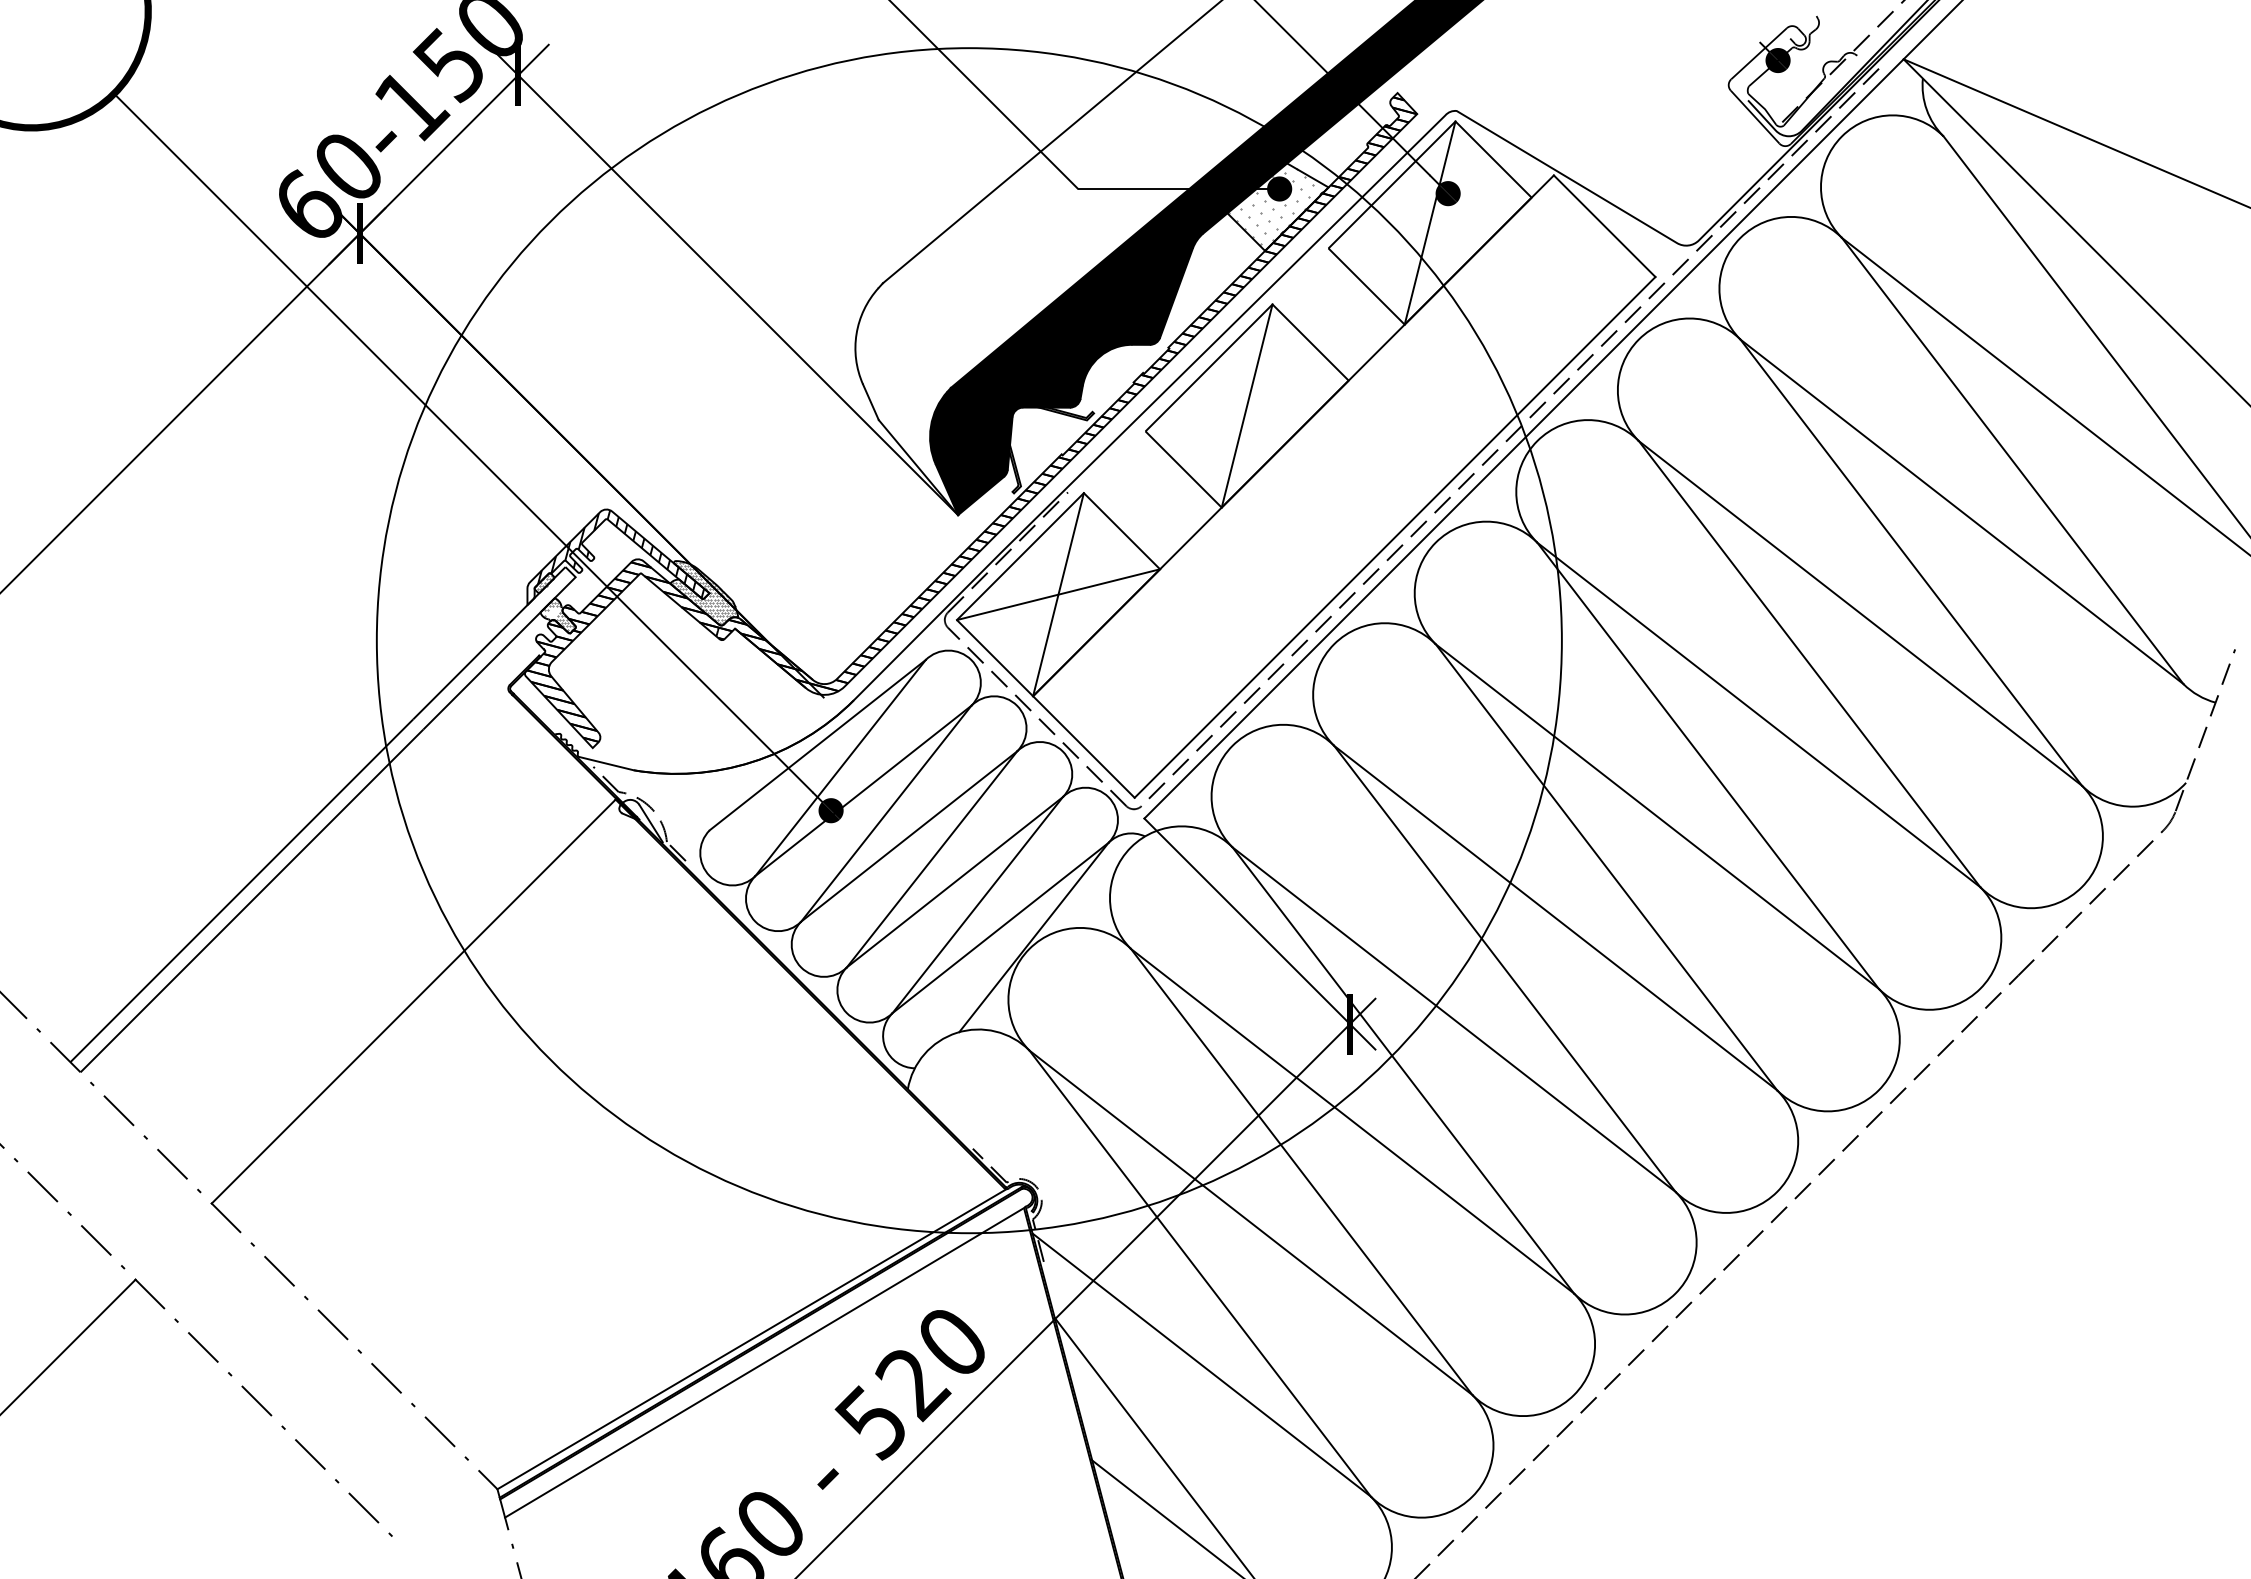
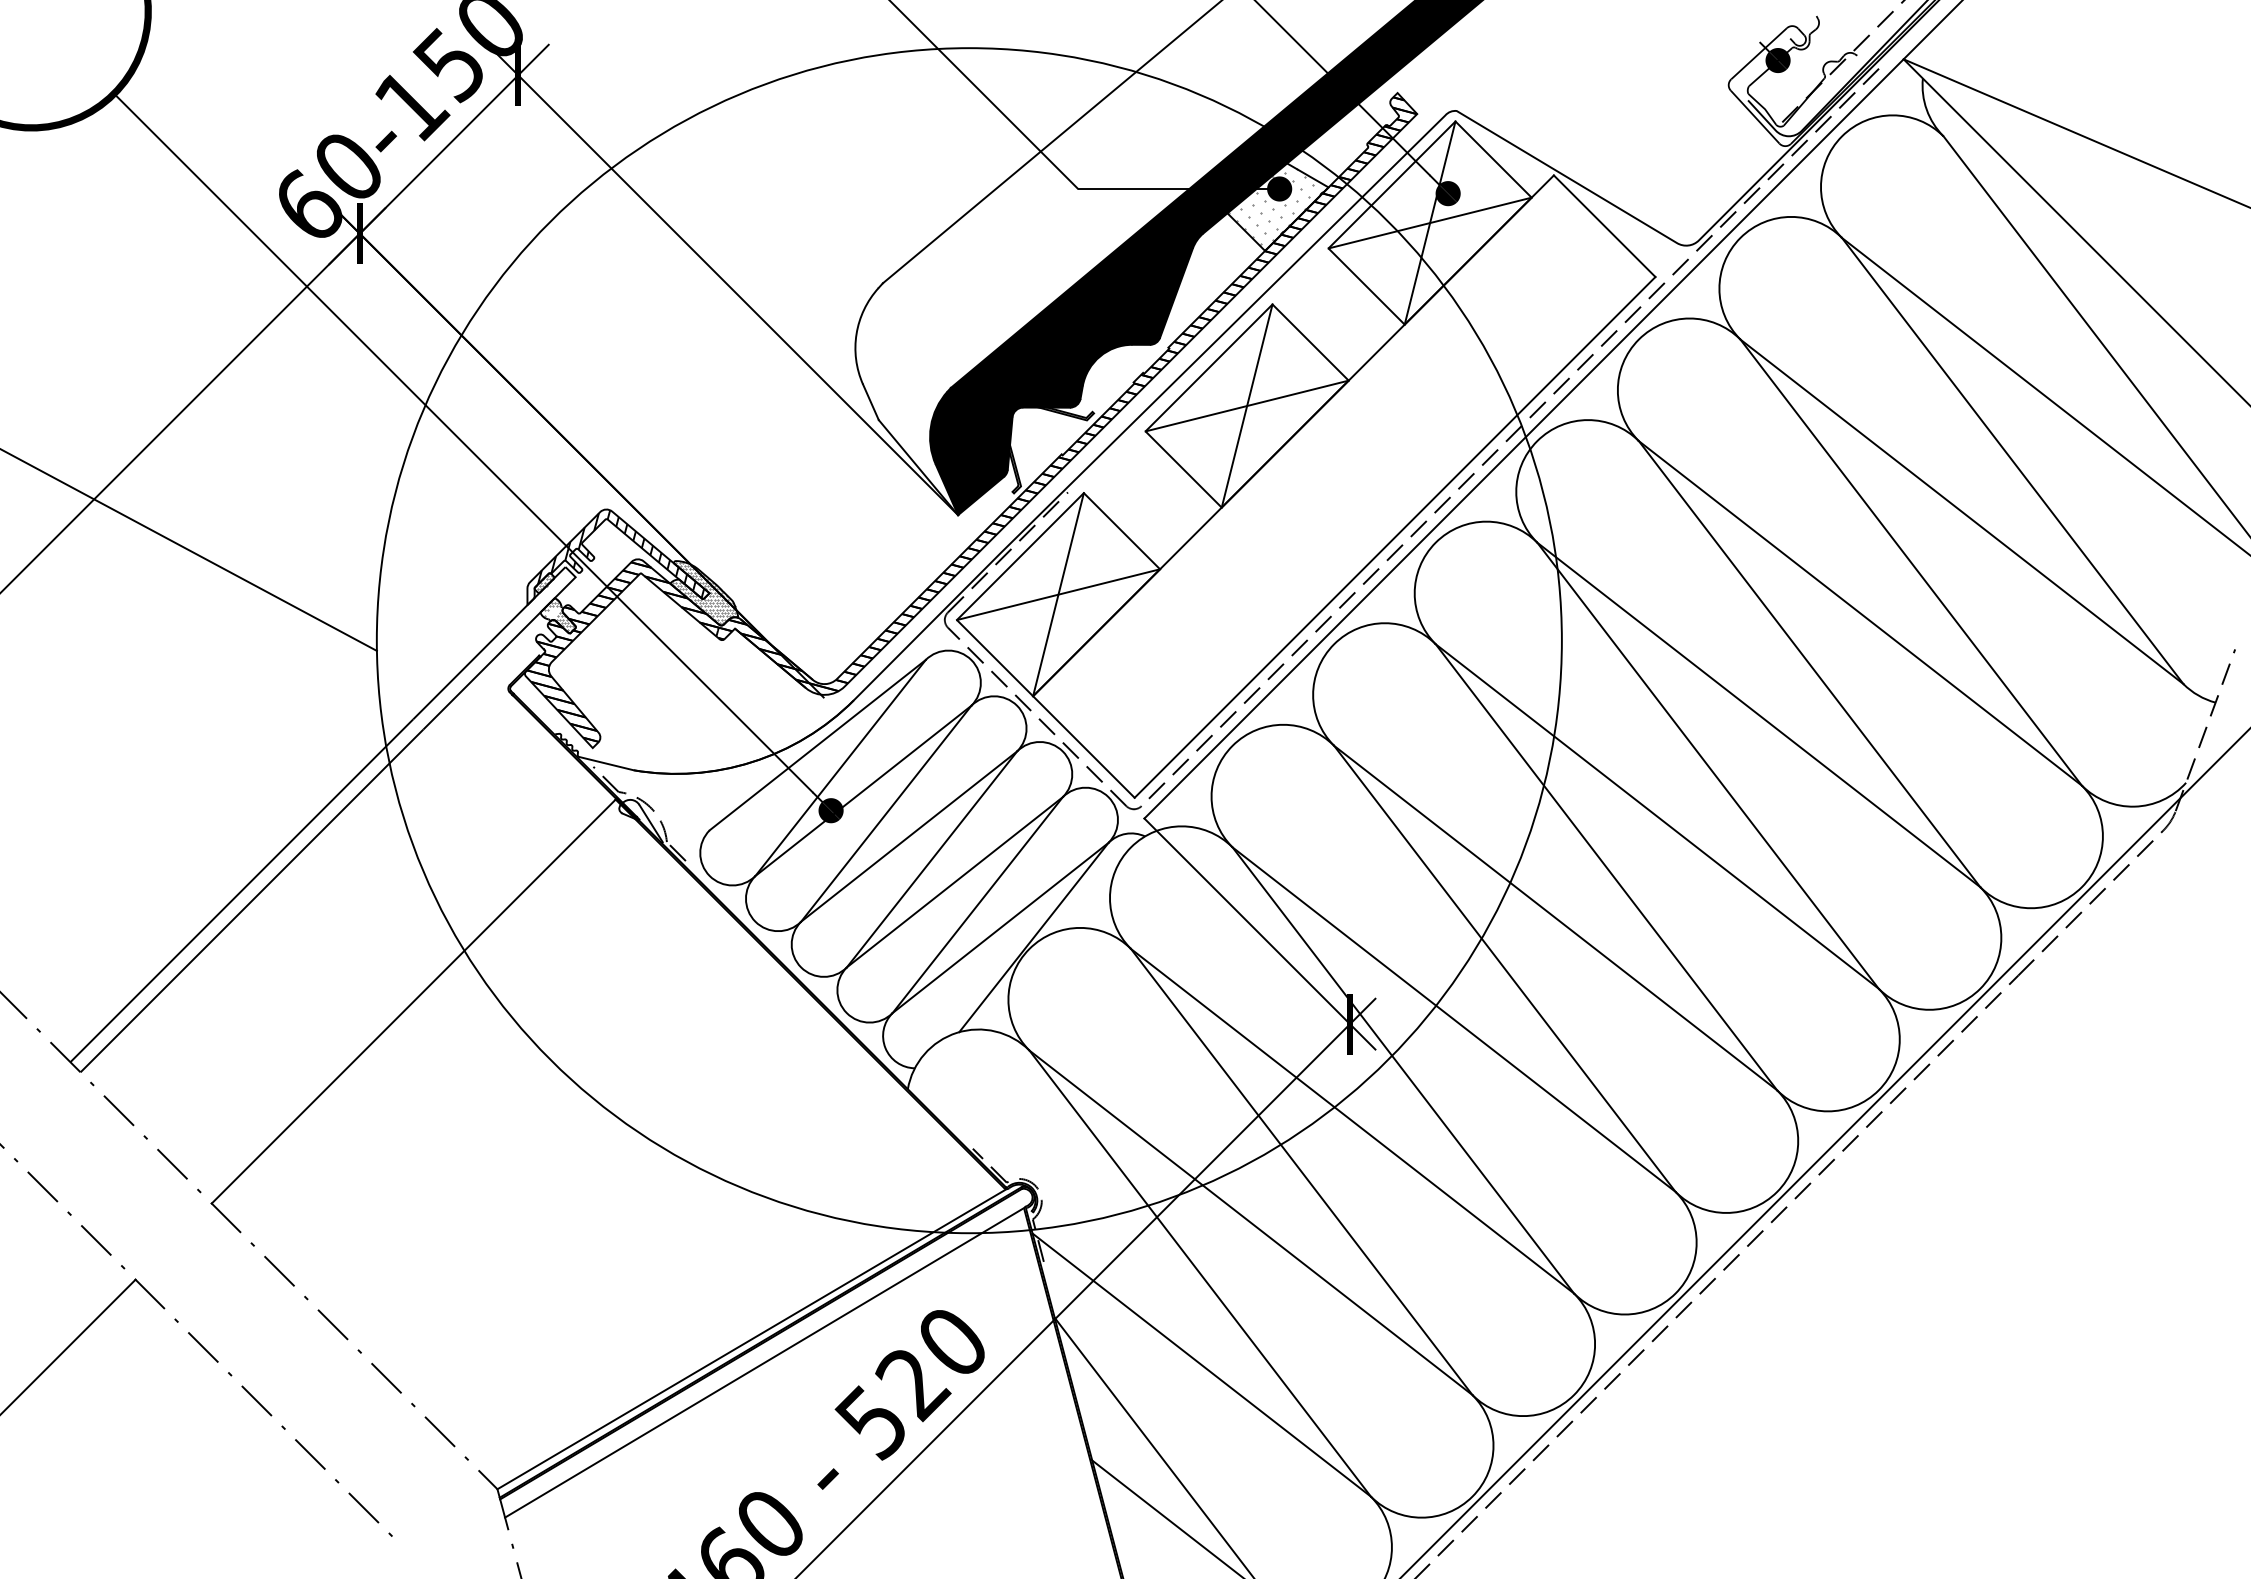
line at (1429, 222): none -> present
line at (1246, 405): none -> present
line at (189, 549): none -> present
line at (1825, 1153): none -> present
